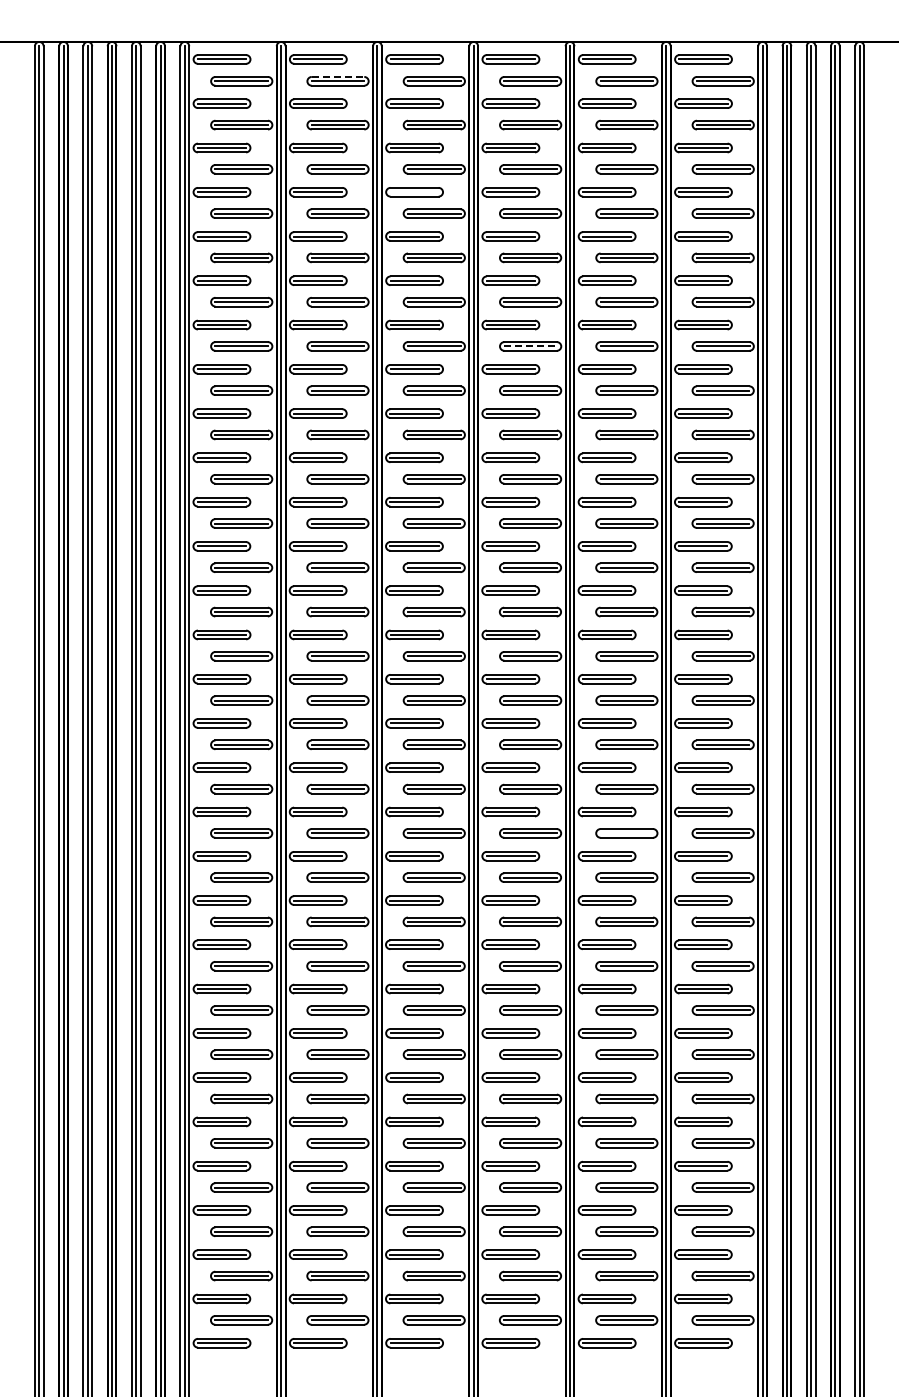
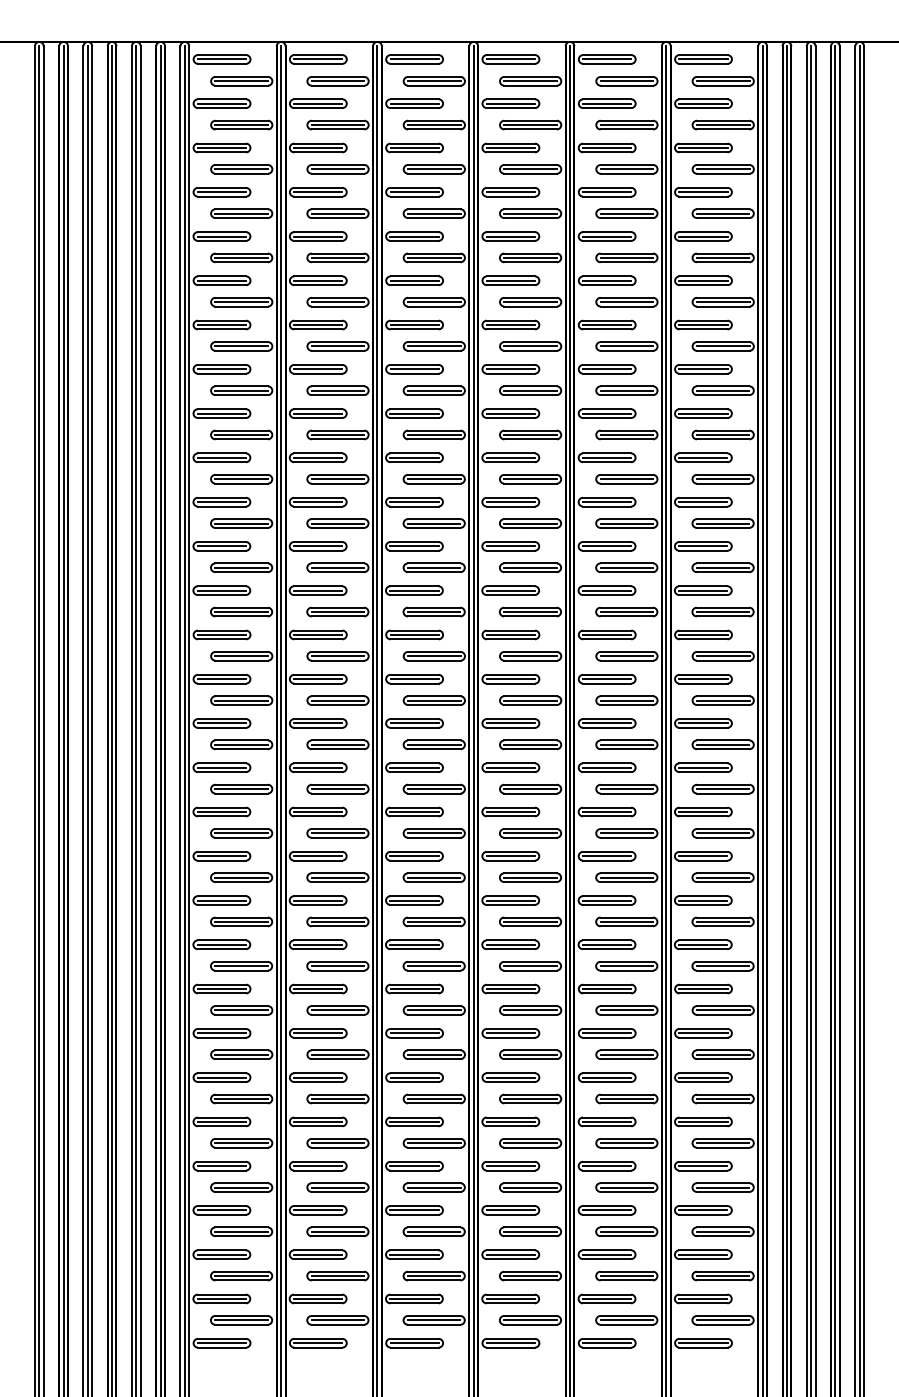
line at (338, 76): dashed -> solid
line at (414, 192): none -> present
line at (531, 346): dashed -> solid
line at (626, 833): none -> present
